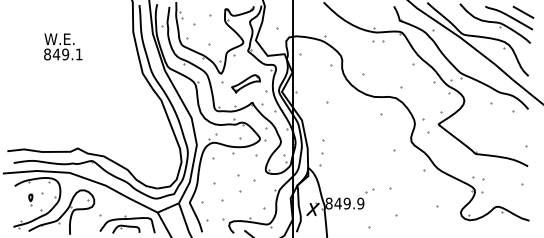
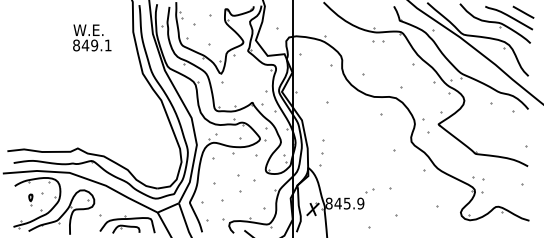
text at (63, 46) position: (63, 46) -> (92, 37)
part at (245, 83): present -> none
text at (346, 203): 849.9 -> 845.9
